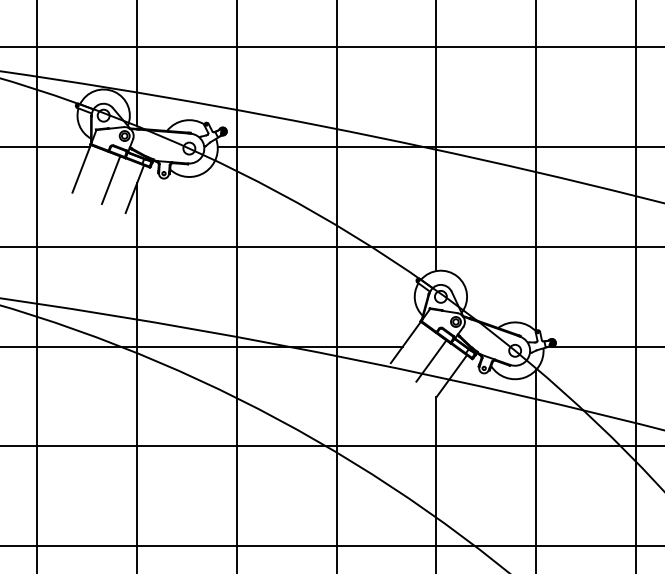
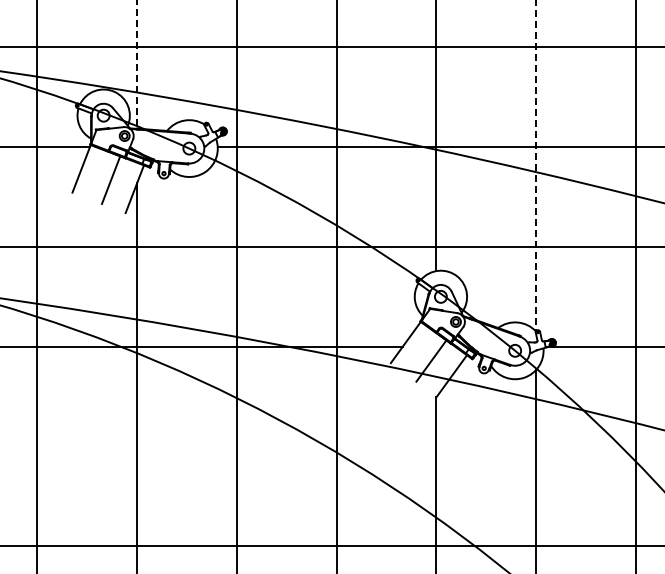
line at (137, 63): solid -> dashed
line at (536, 166): solid -> dashed
line at (331, 446): present -> none
